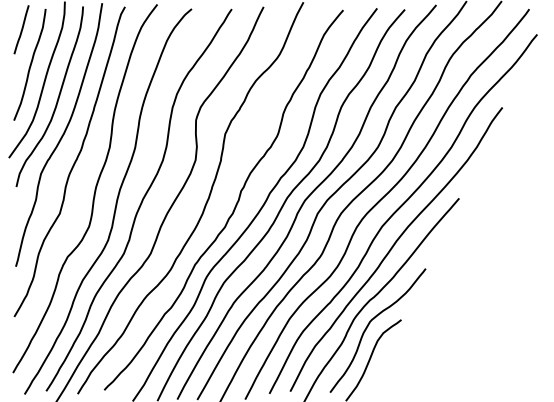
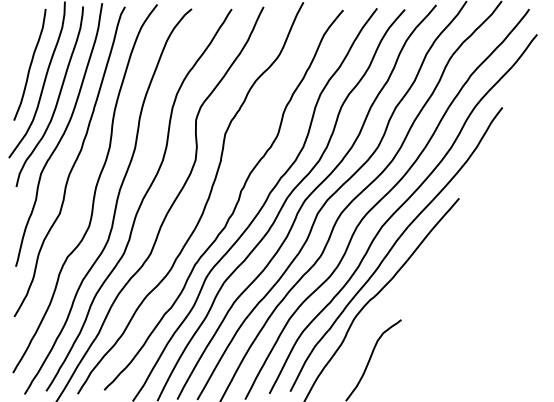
line at (21, 29): present -> none
curve at (368, 326): present -> none
